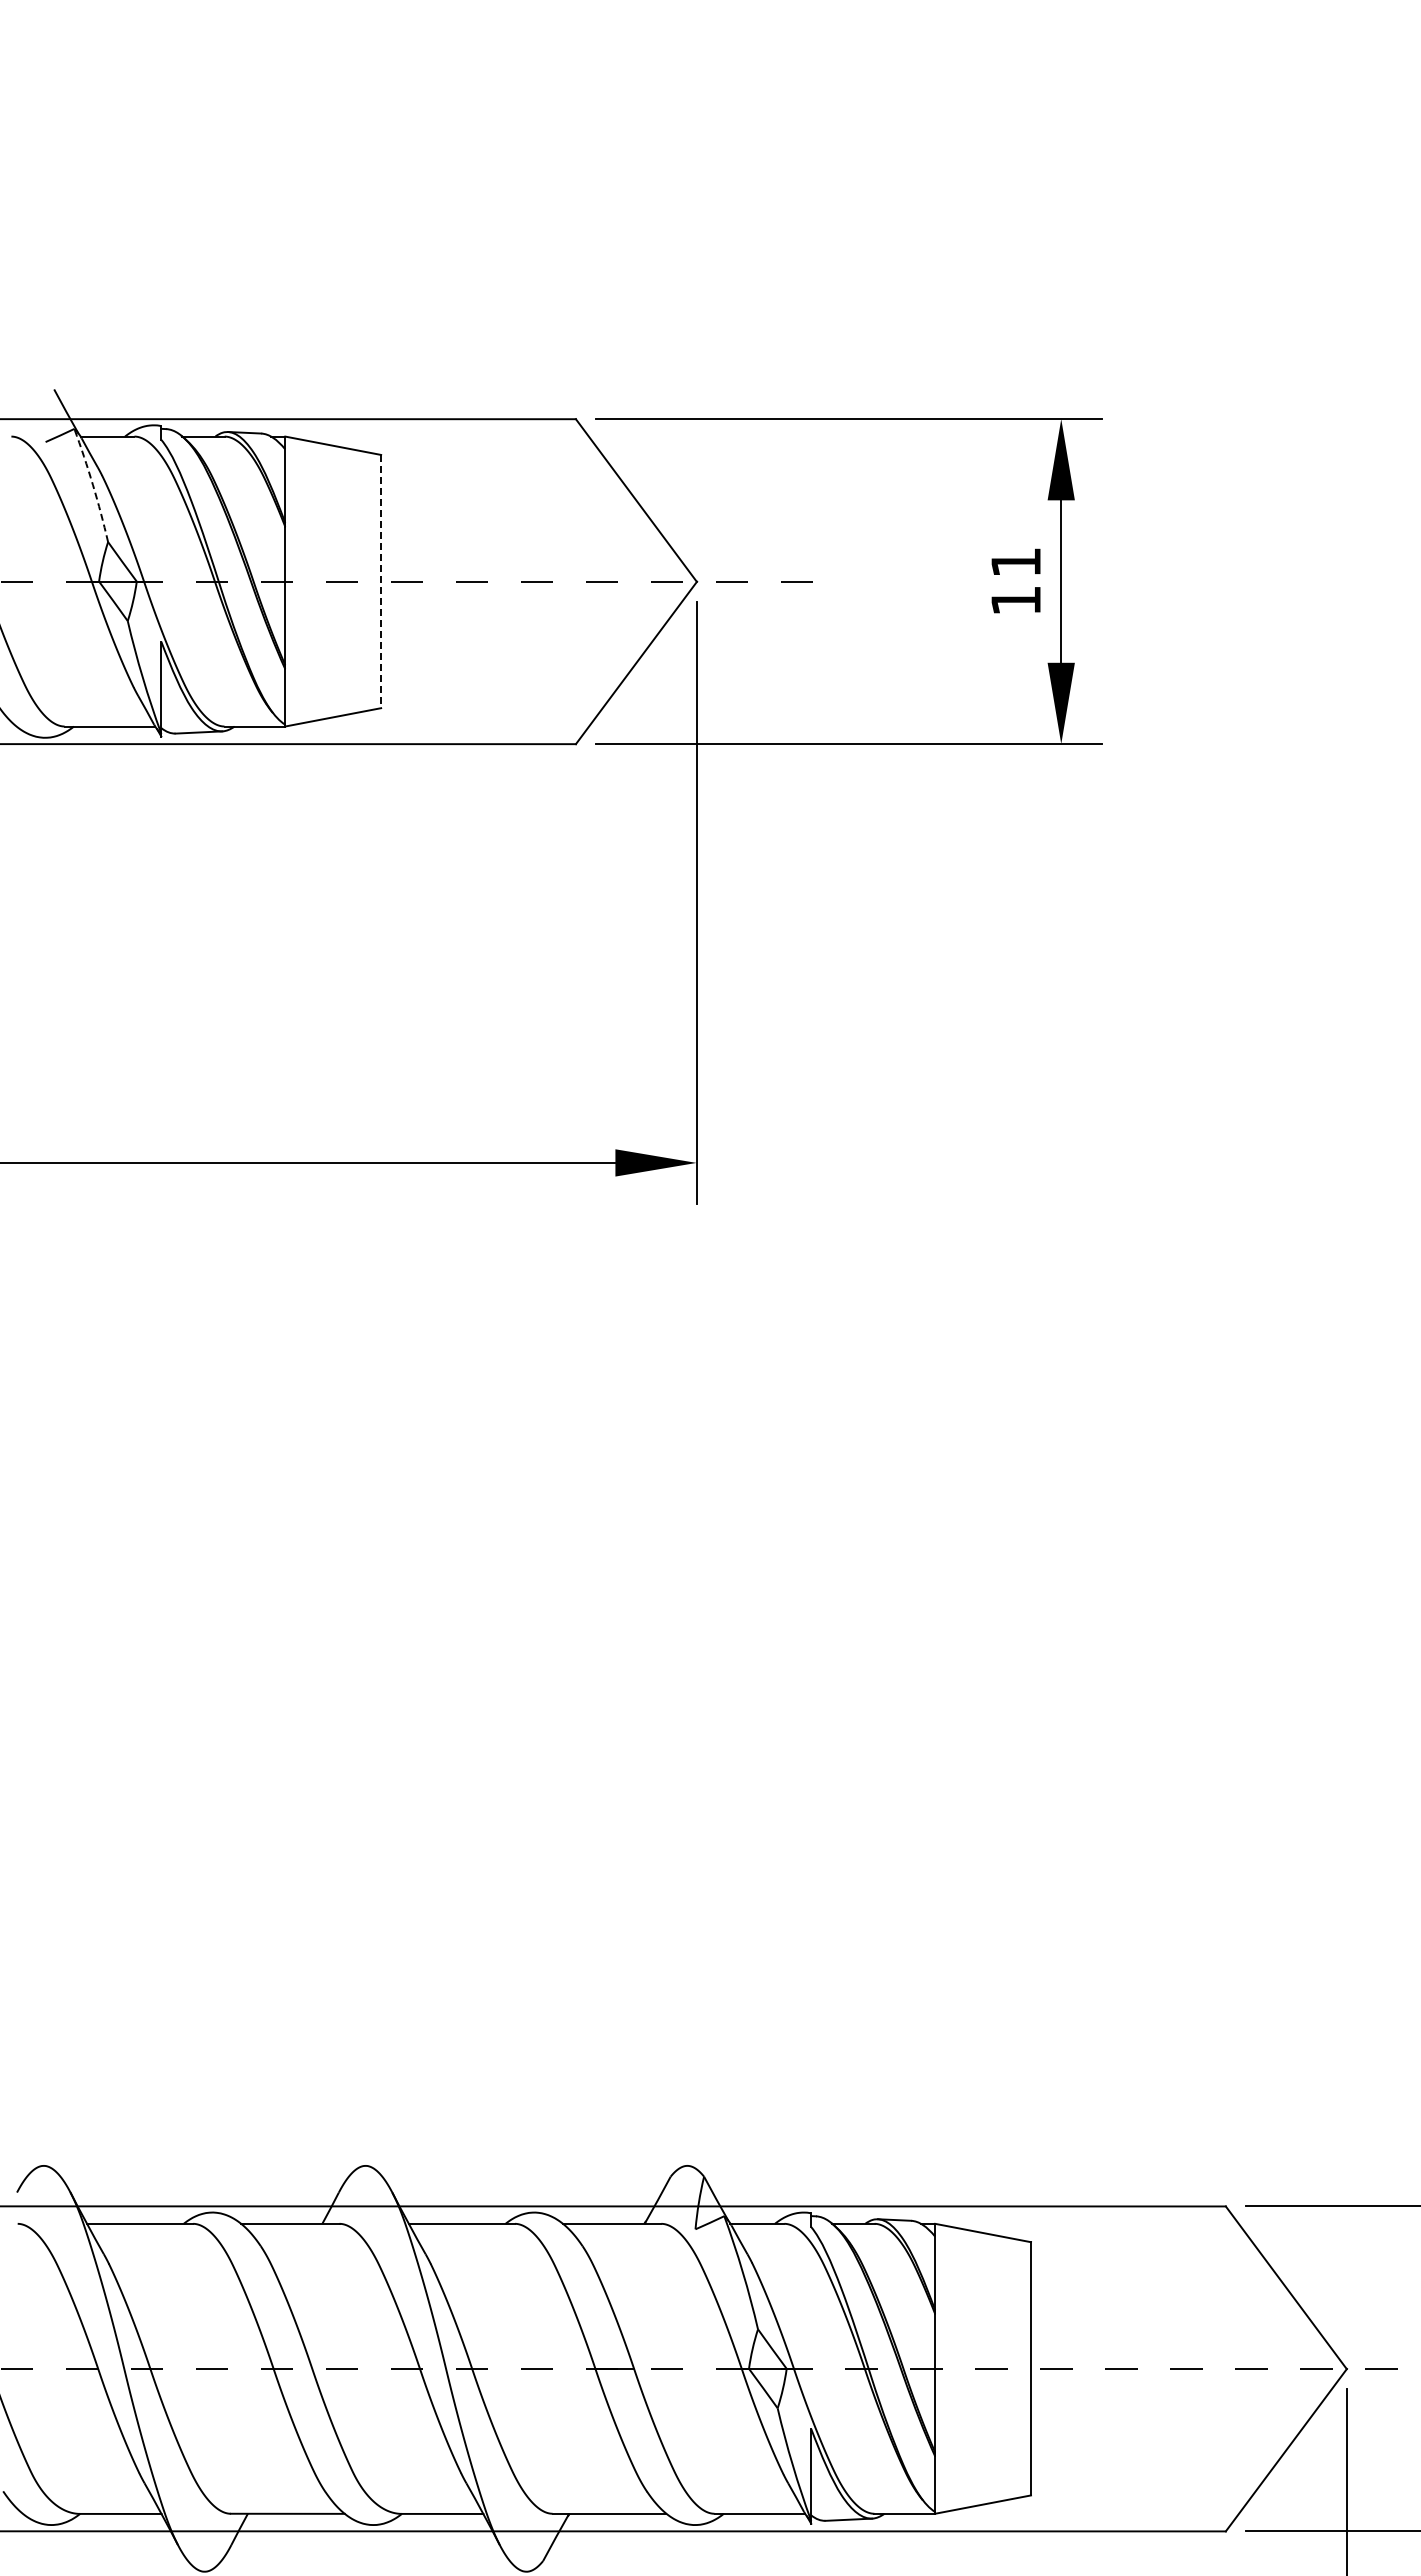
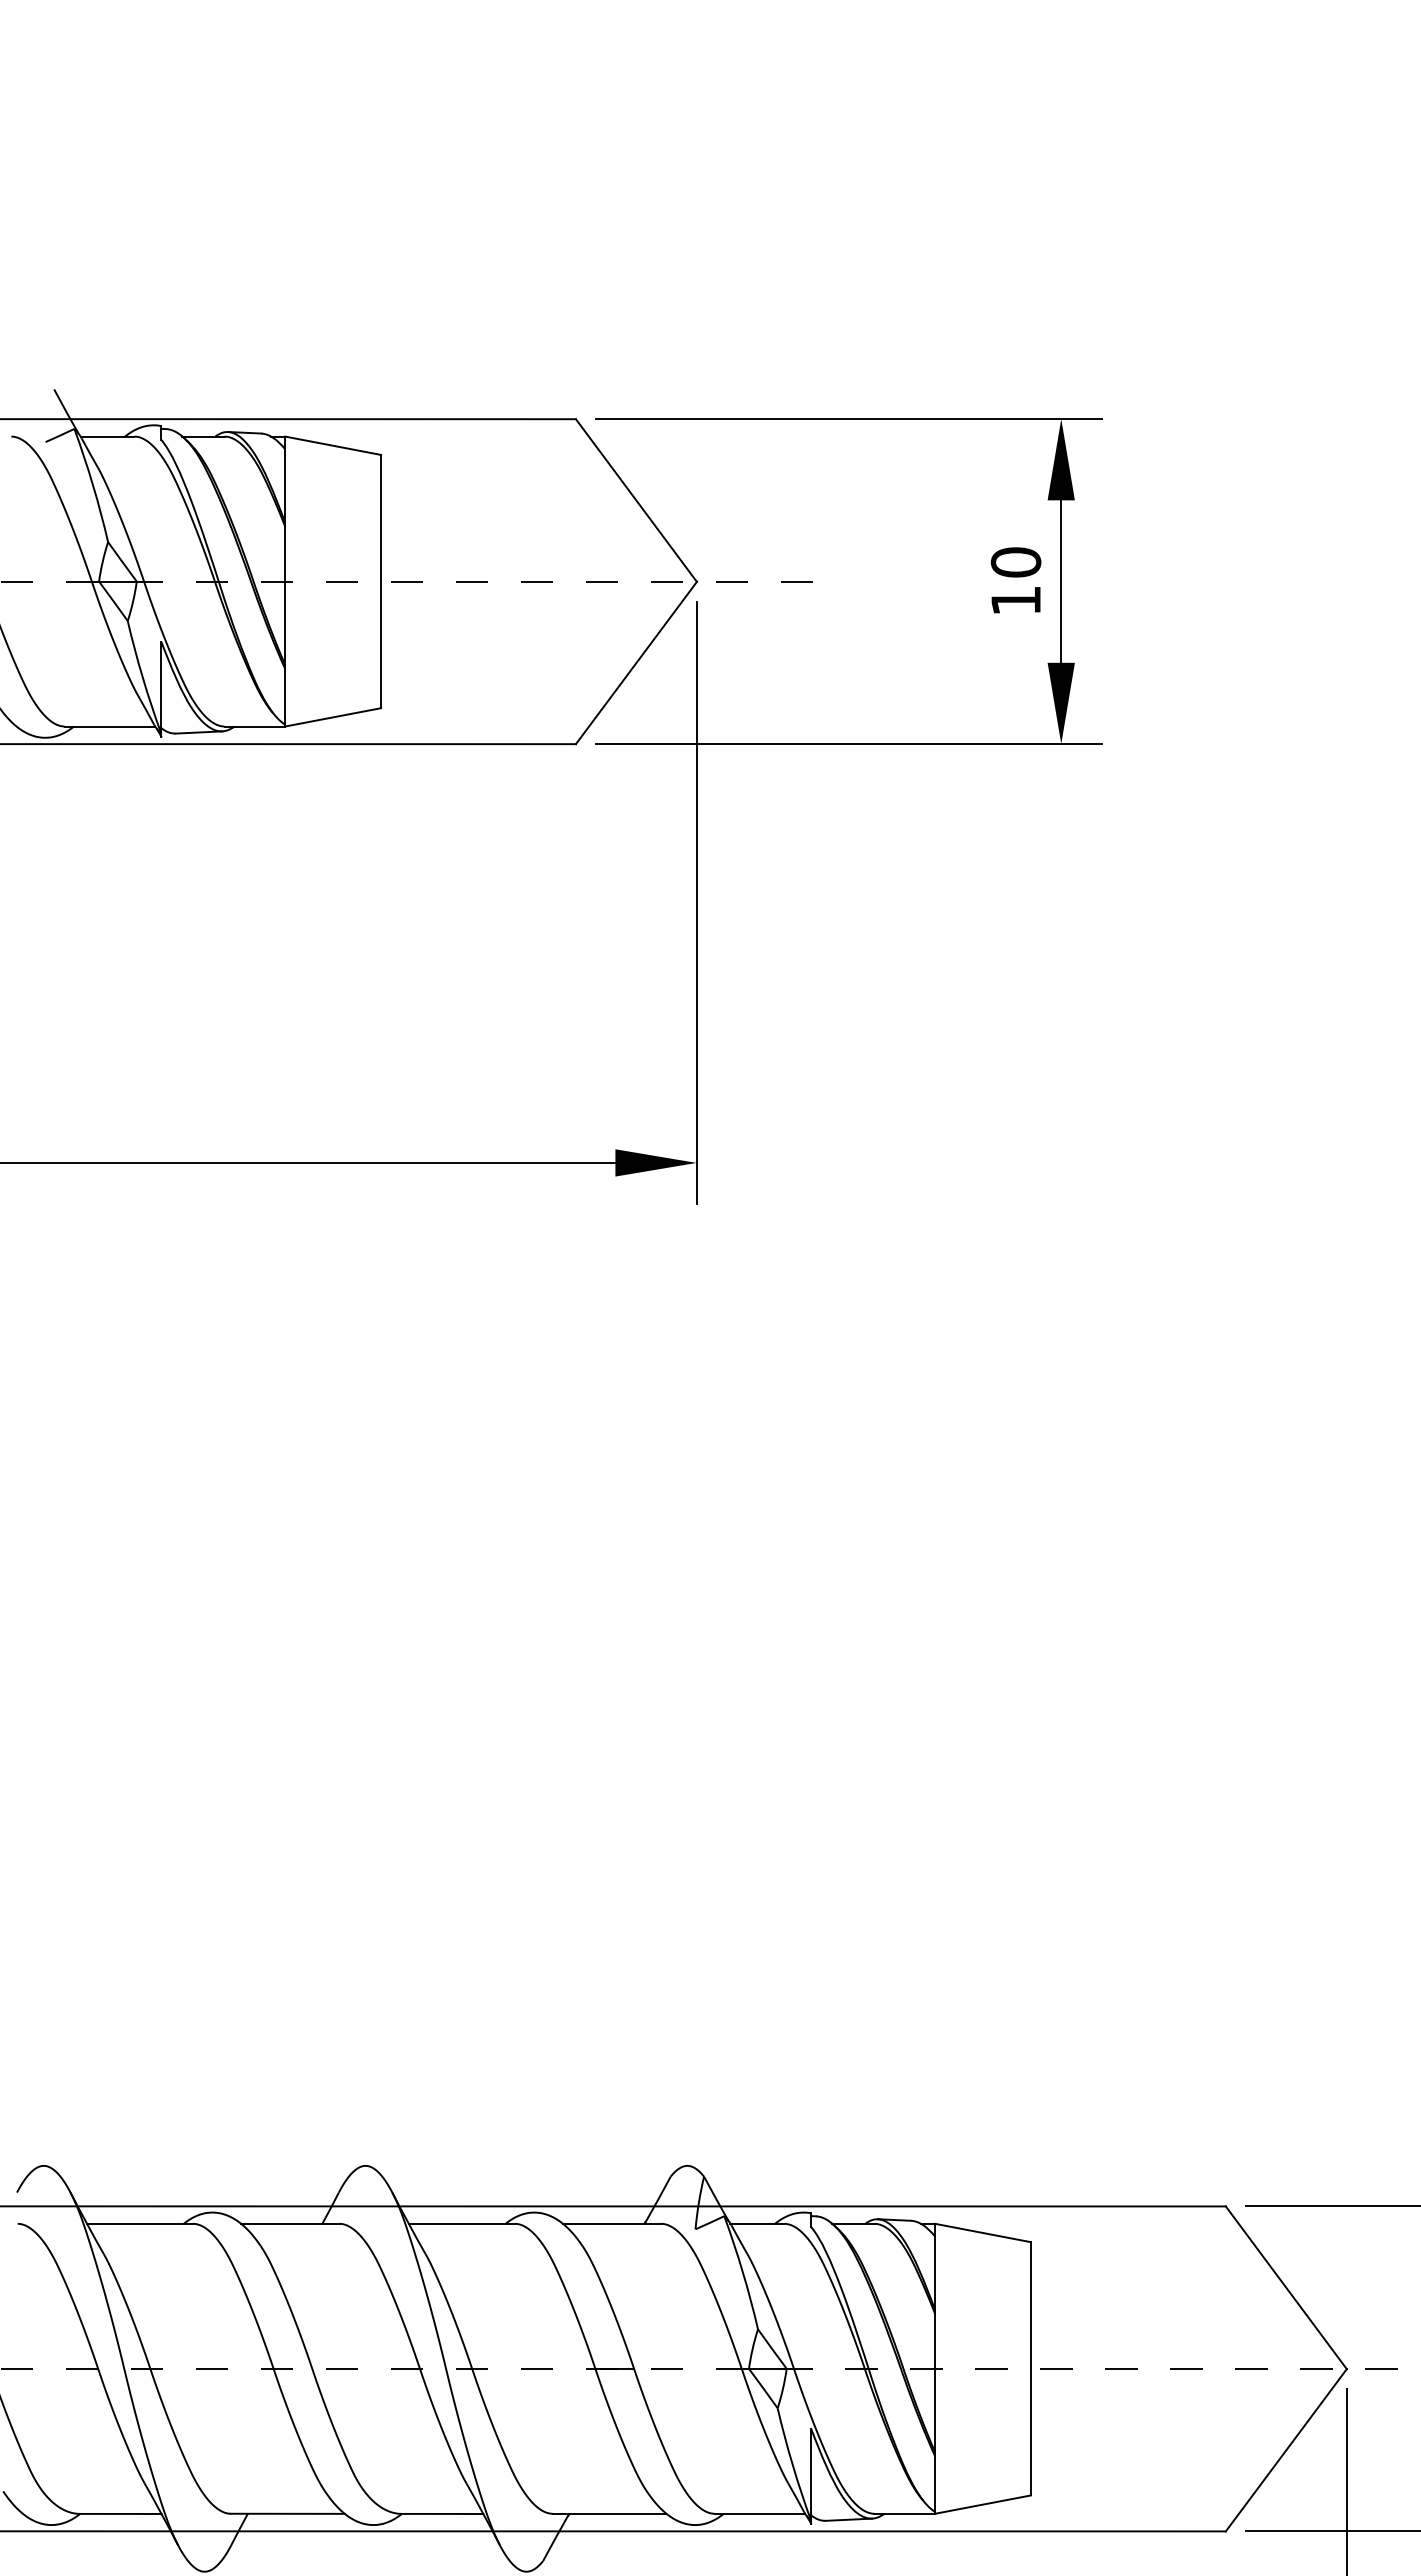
arc at (92, 485): dashed -> solid
text at (1015, 562): 11 -> 10
line at (381, 581): dashed -> solid
